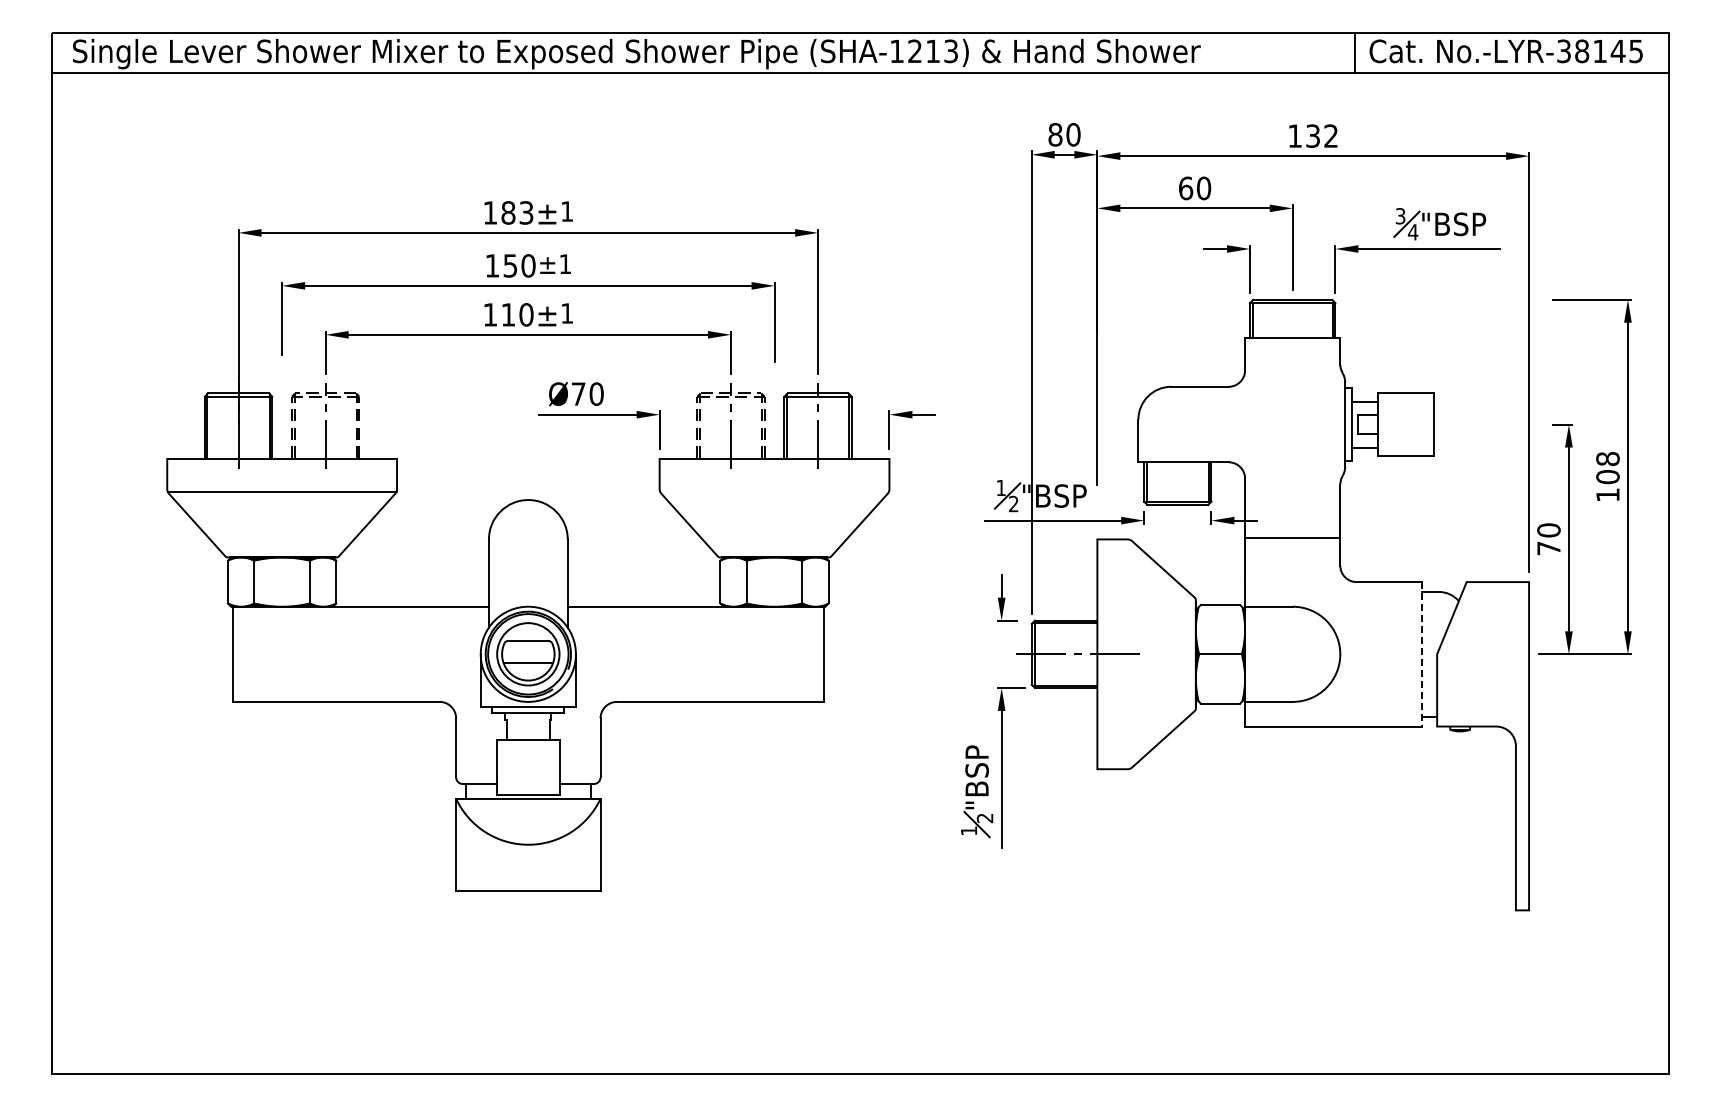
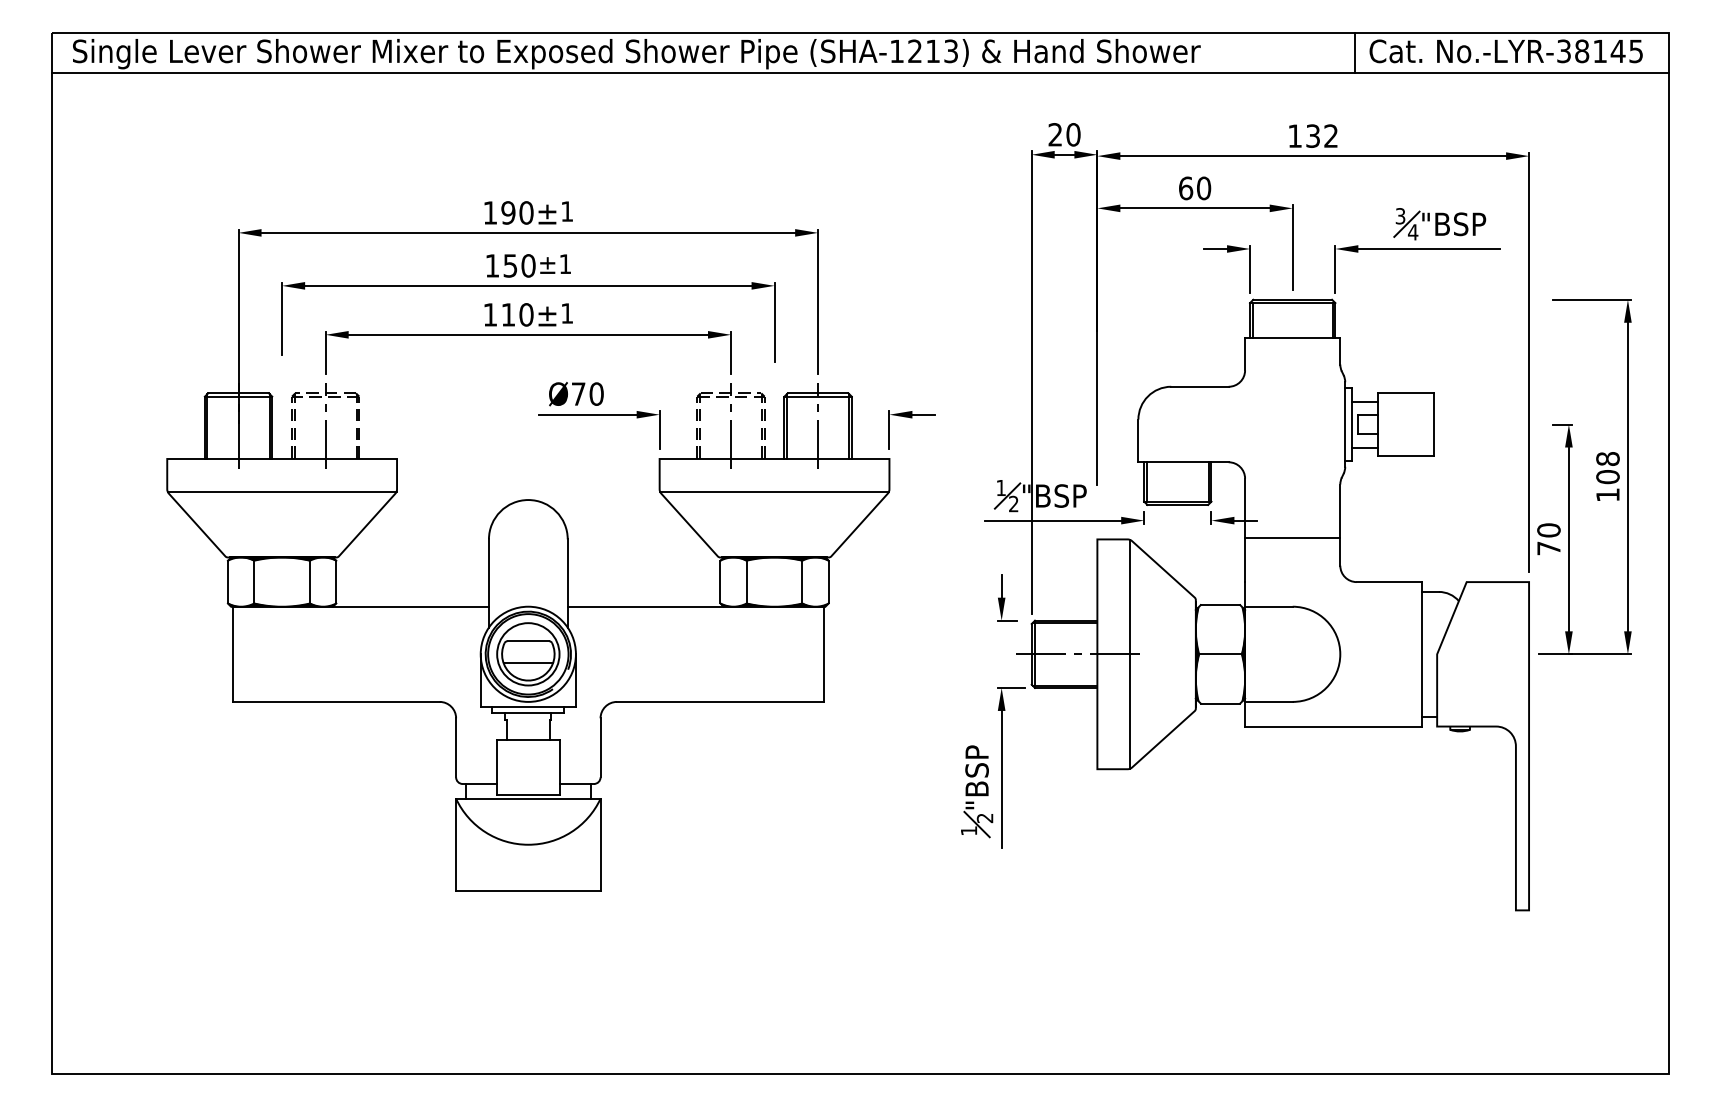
text at (1055, 134): 80 -> 20
text at (517, 212): 183± -> 190±
line at (774, 491): none -> present
line at (1130, 653): none -> present
line at (1422, 654): dashed -> solid
